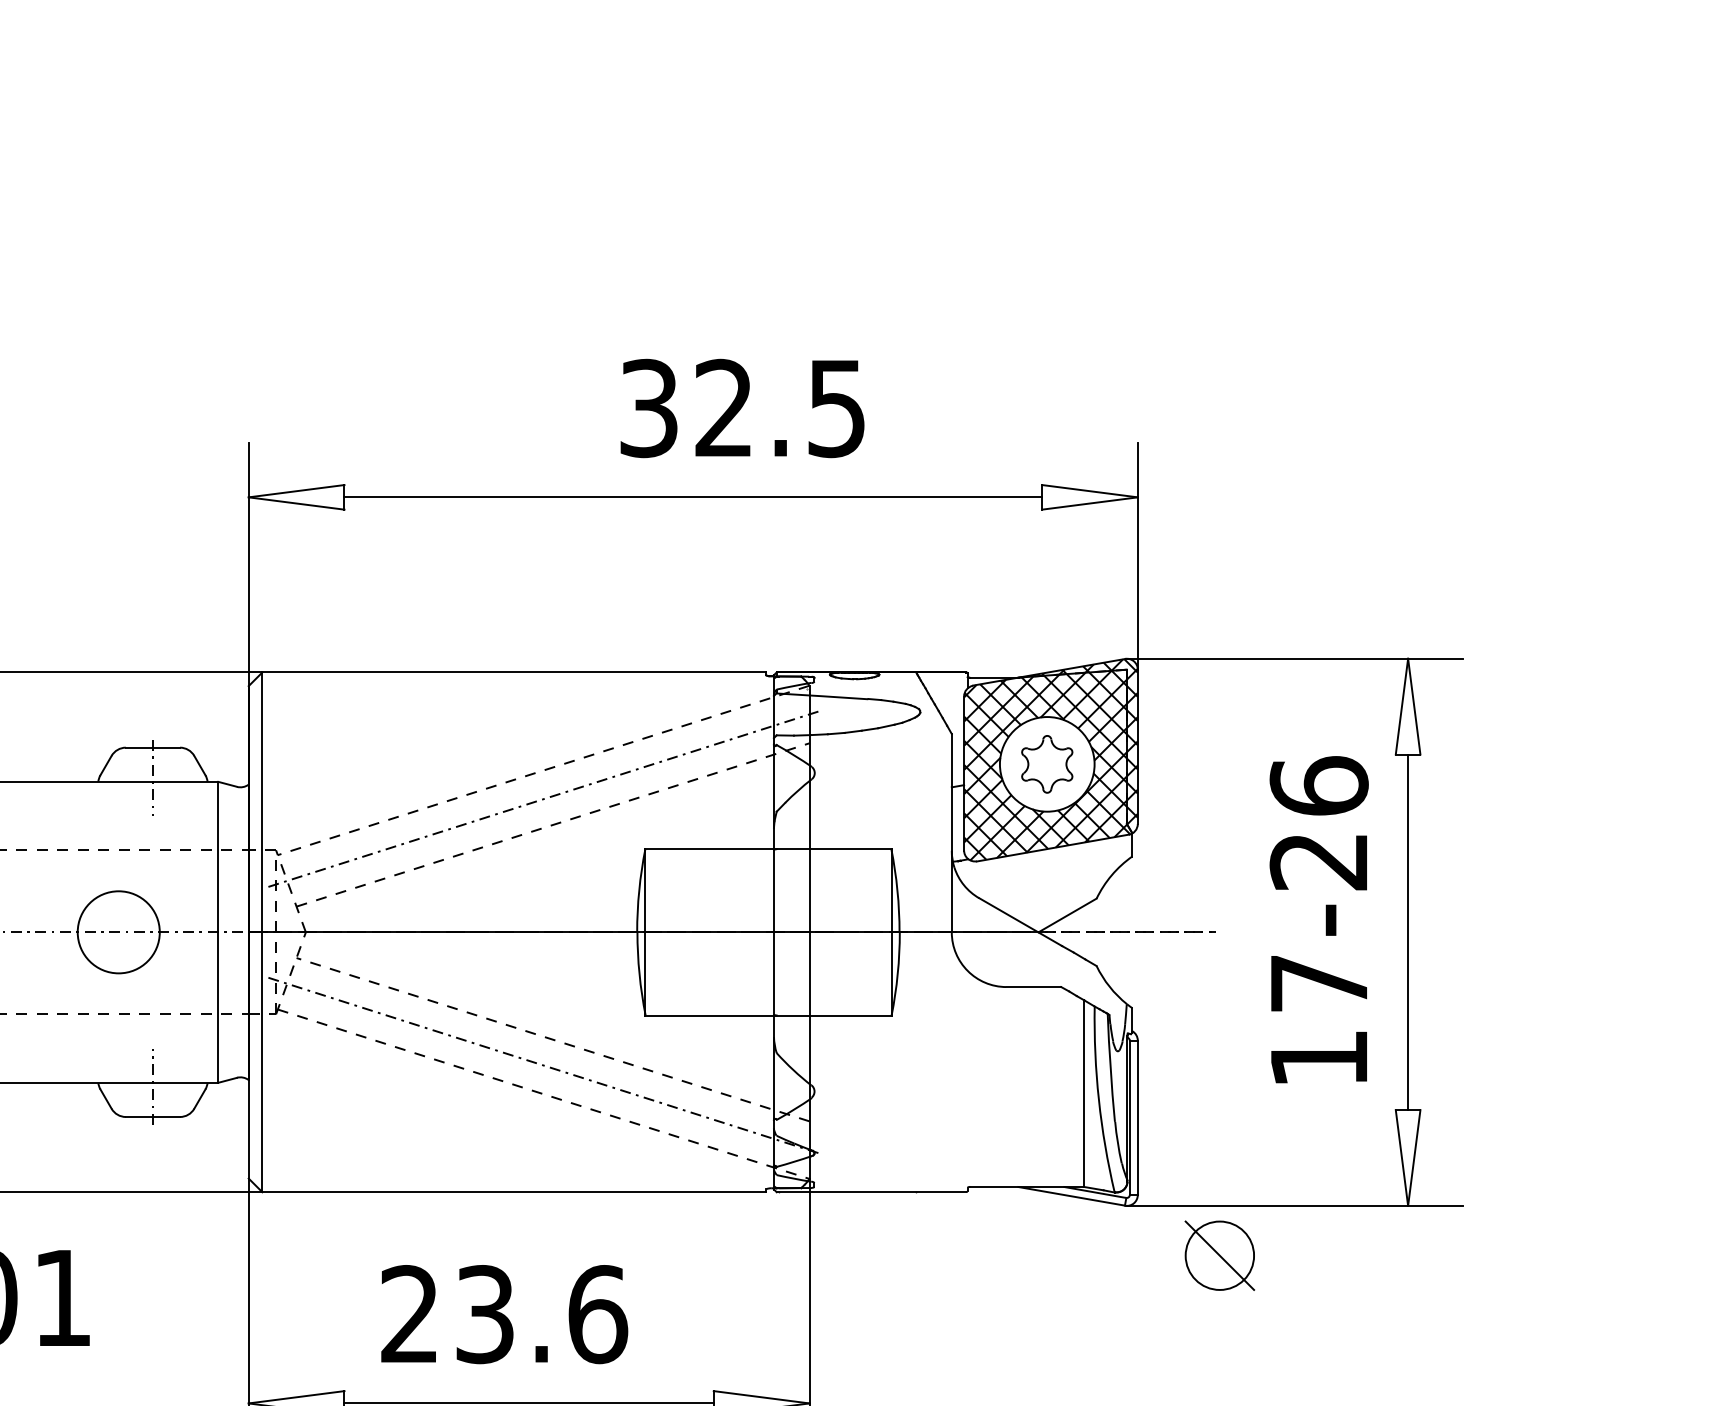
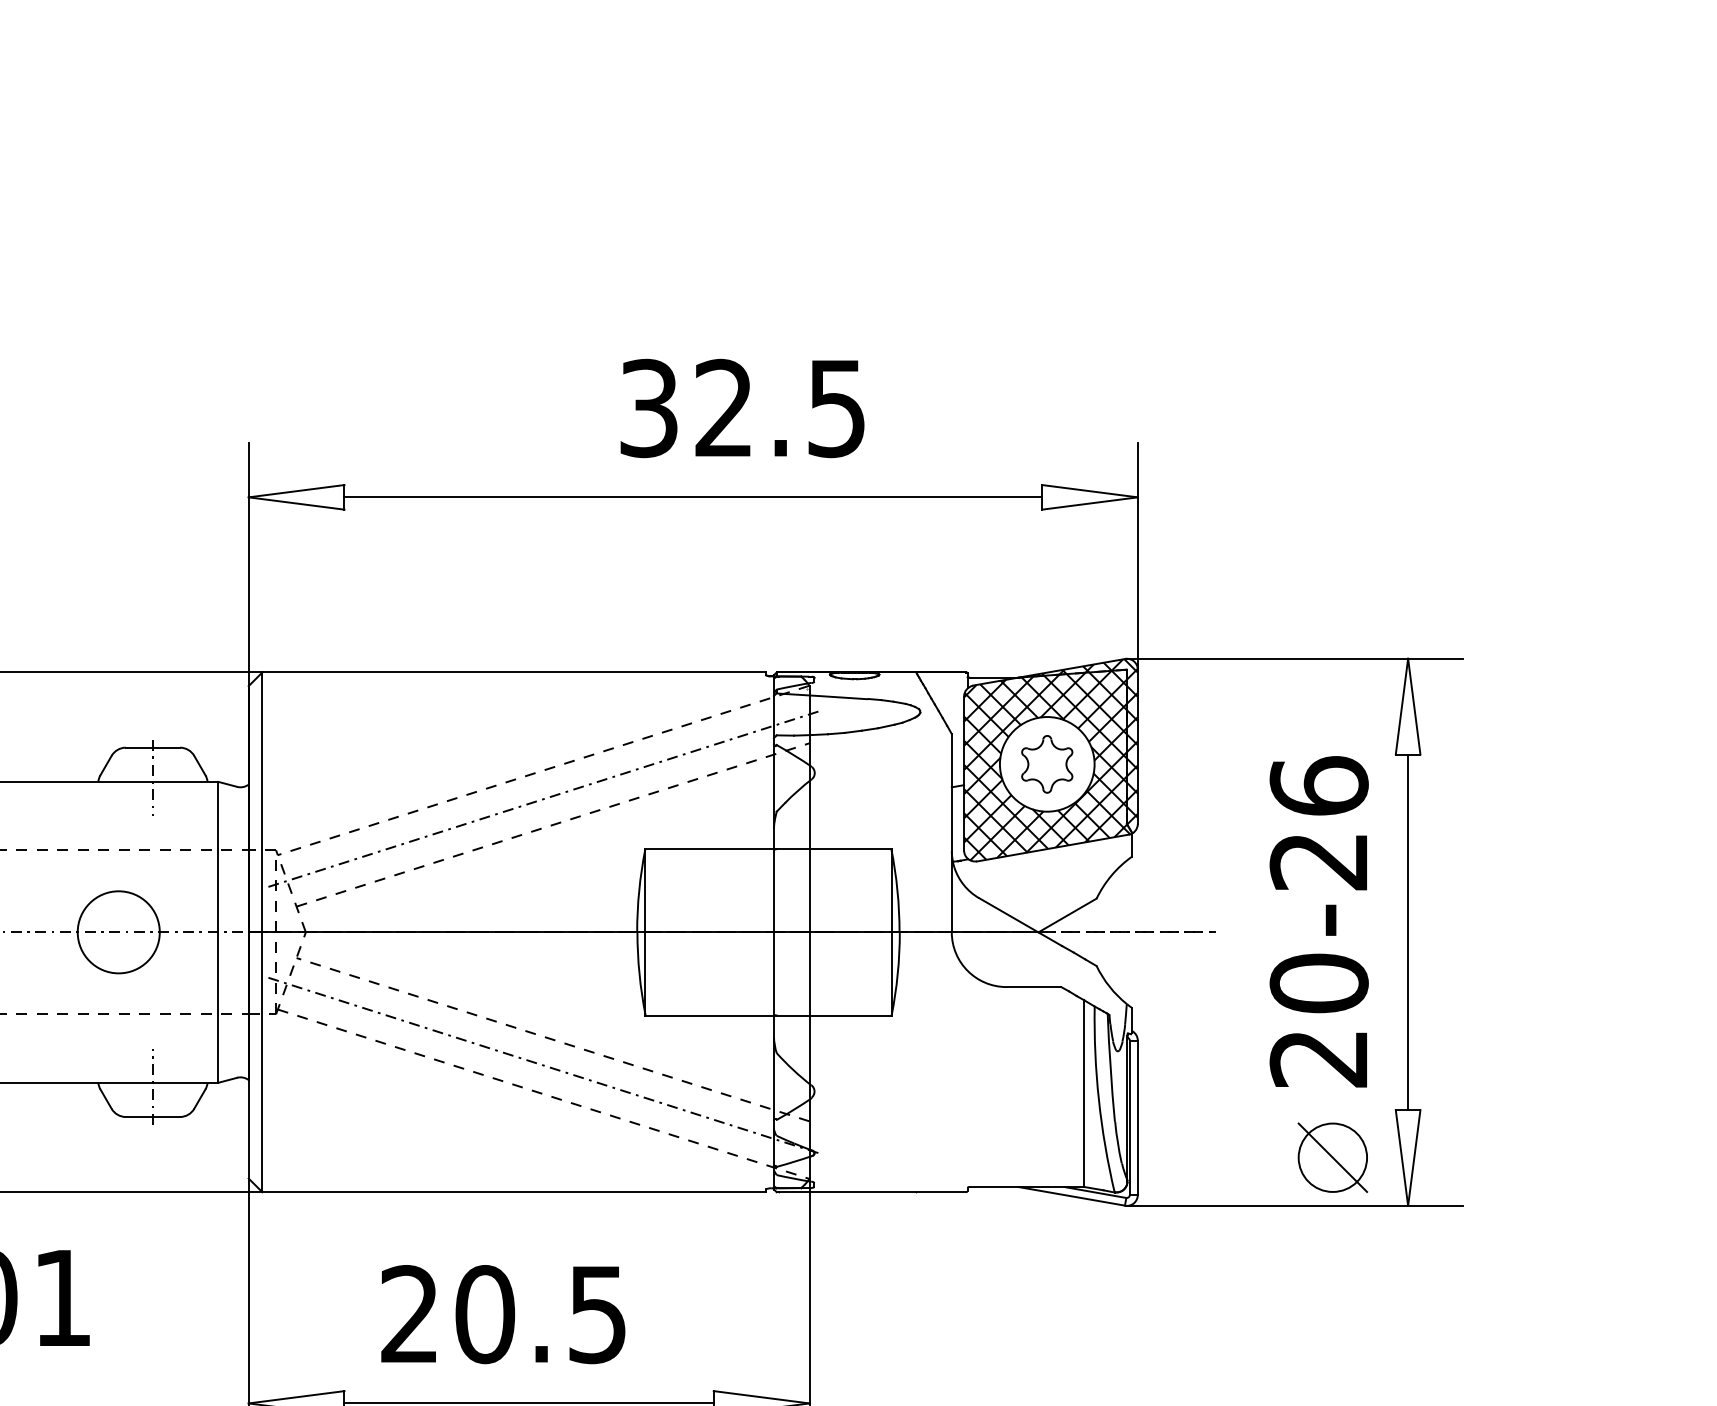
text at (1318, 1020): 17 -> 20
part at (1219, 1255) position: (1219, 1255) -> (1332, 1157)
text at (541, 1314): 23.6 -> 20.5
